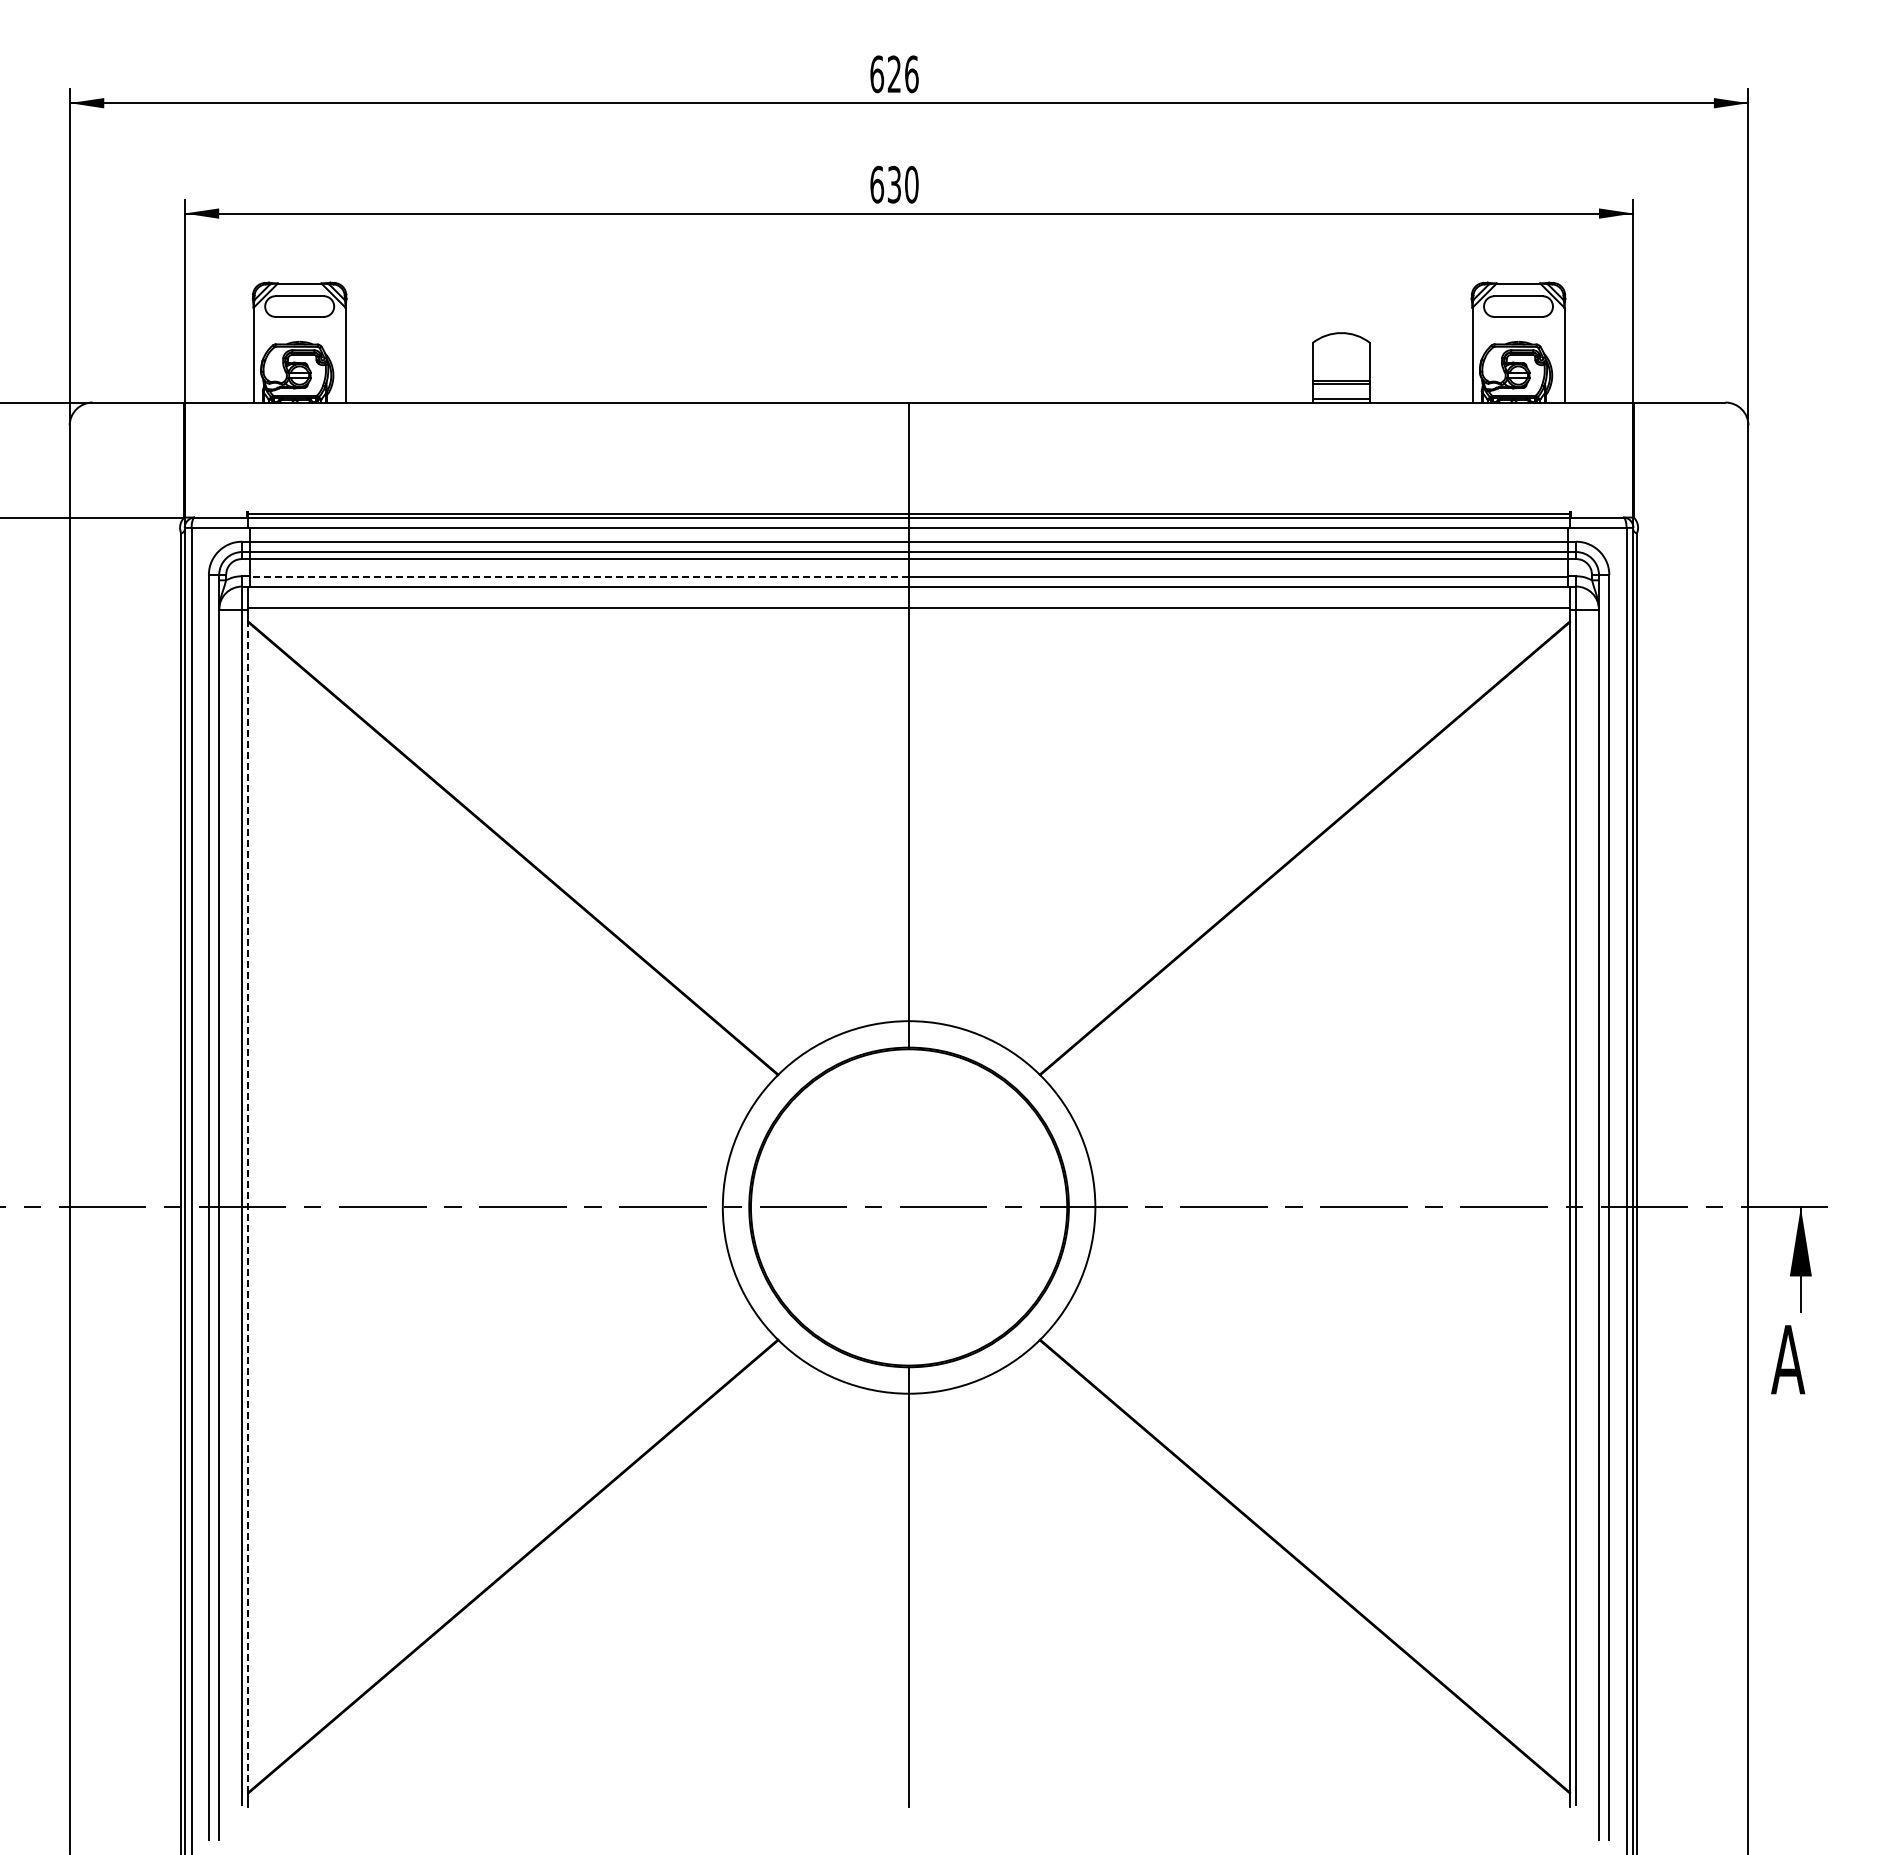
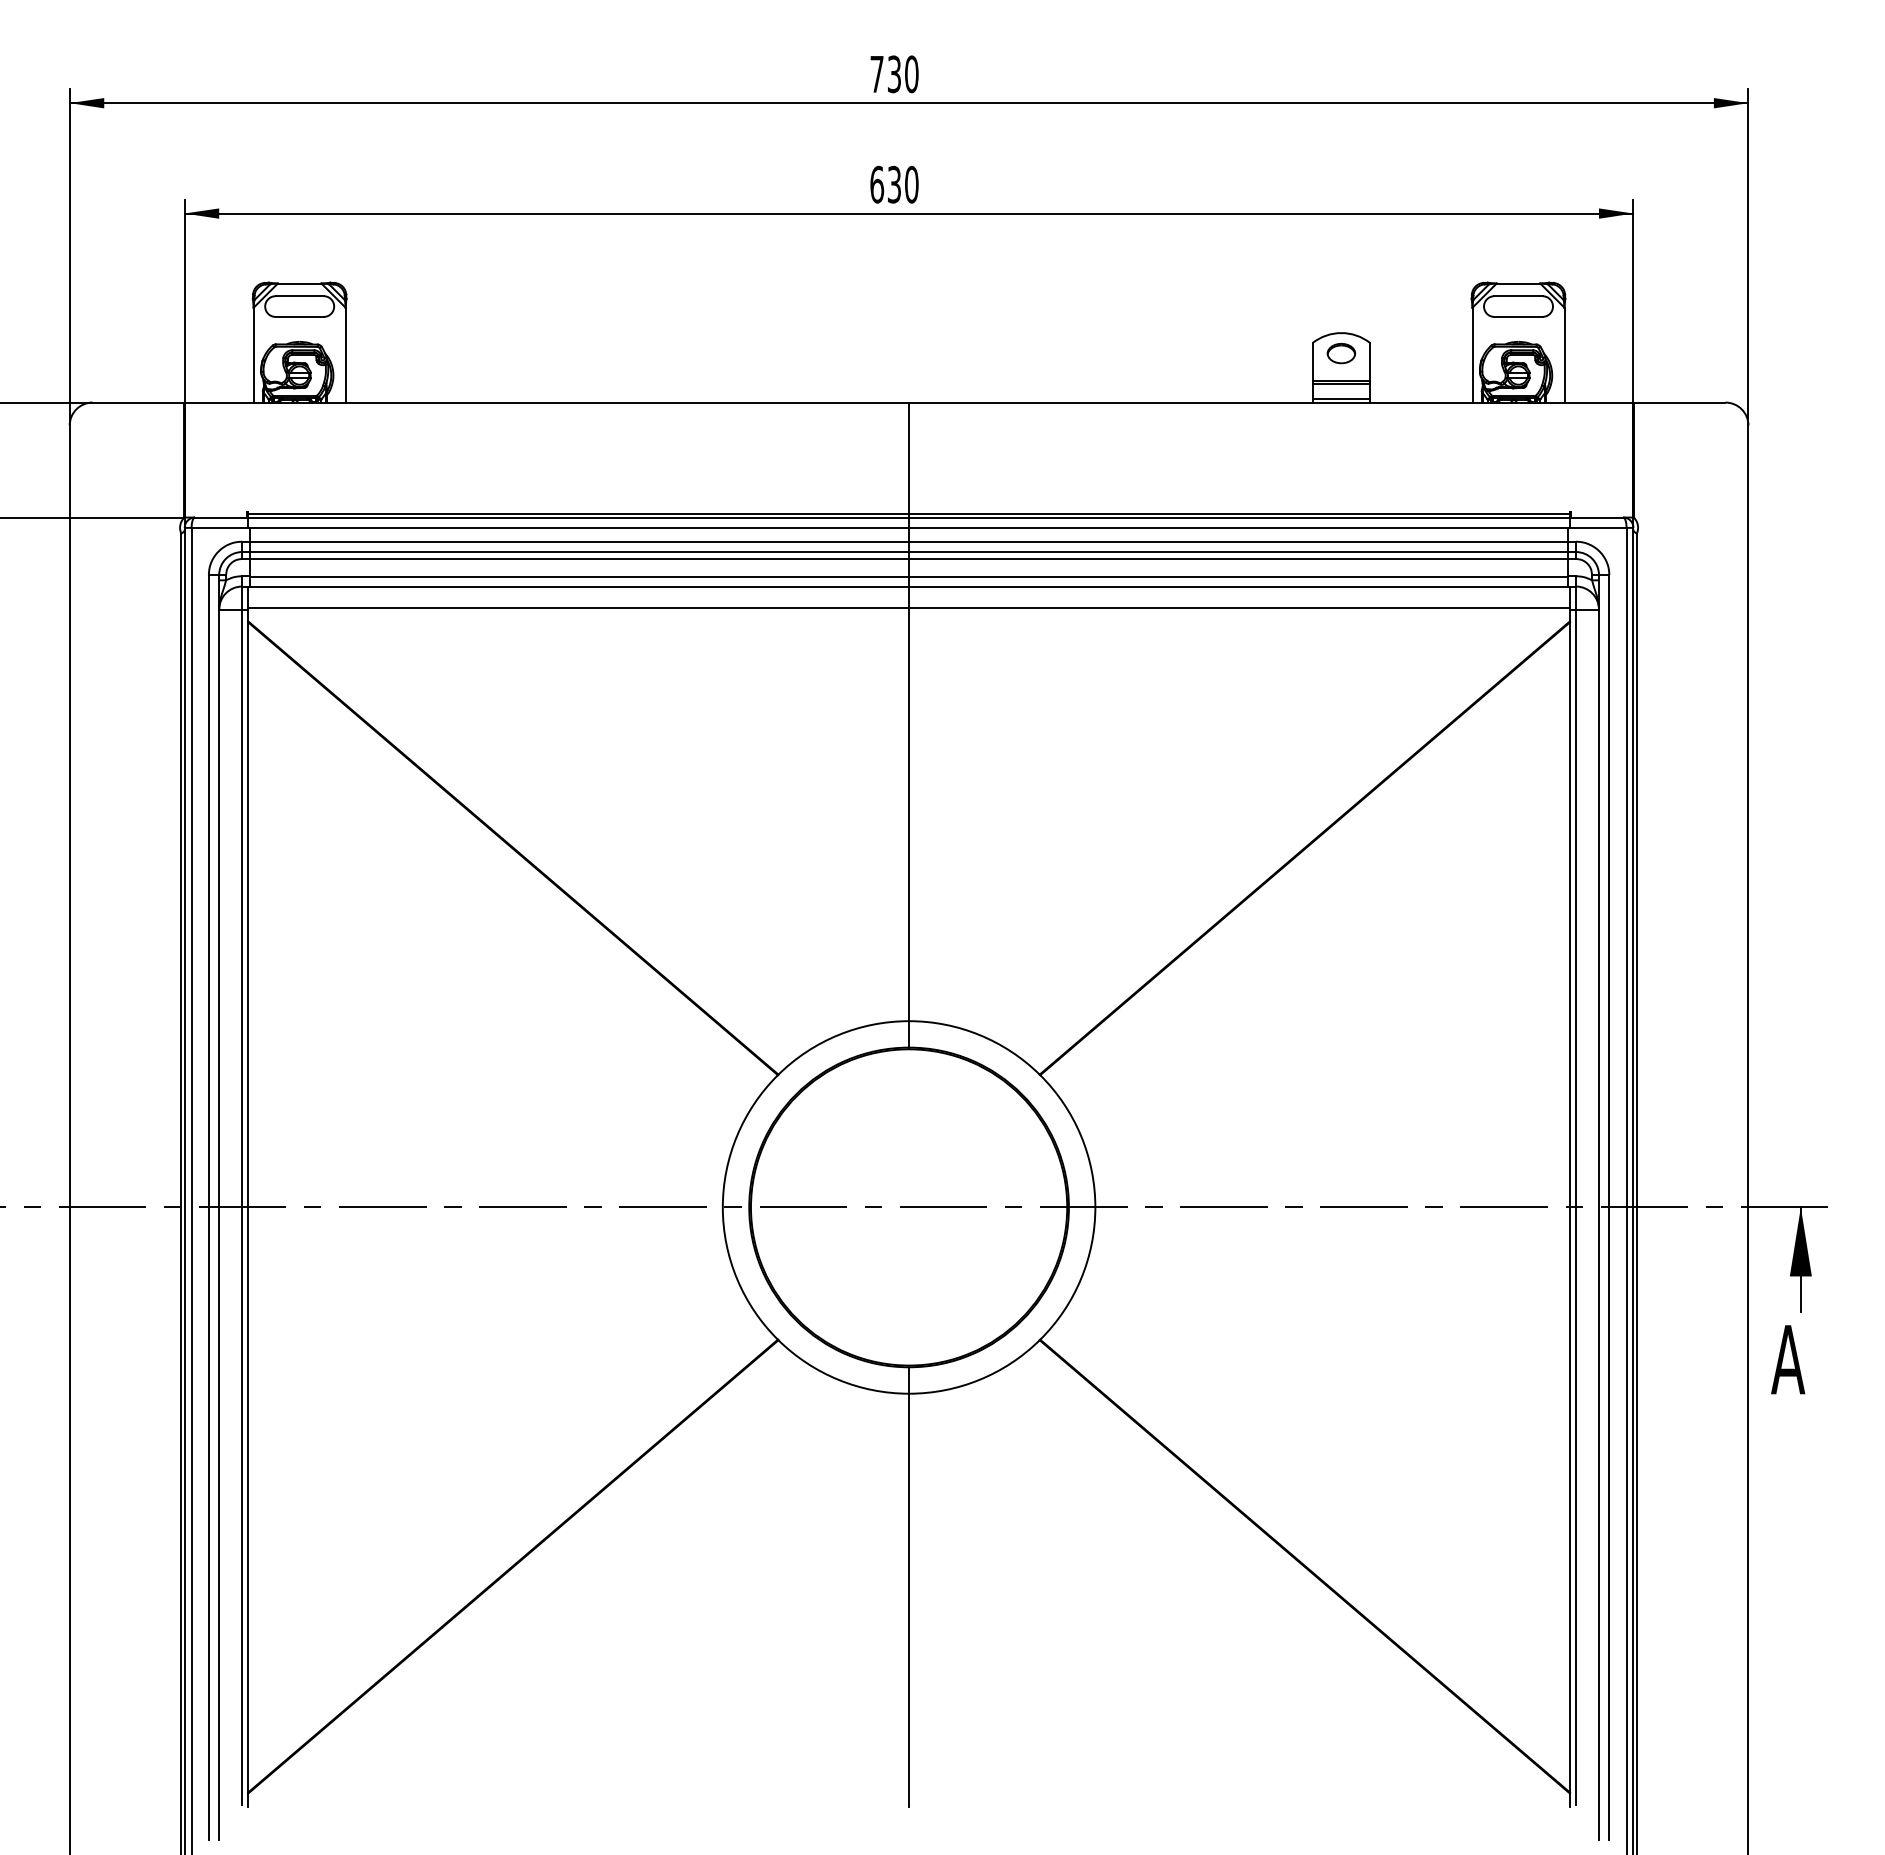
text at (894, 74): 626 -> 730
part at (1341, 353): none -> present
line at (579, 576): dashed -> solid
line at (248, 1206): dashed -> solid
